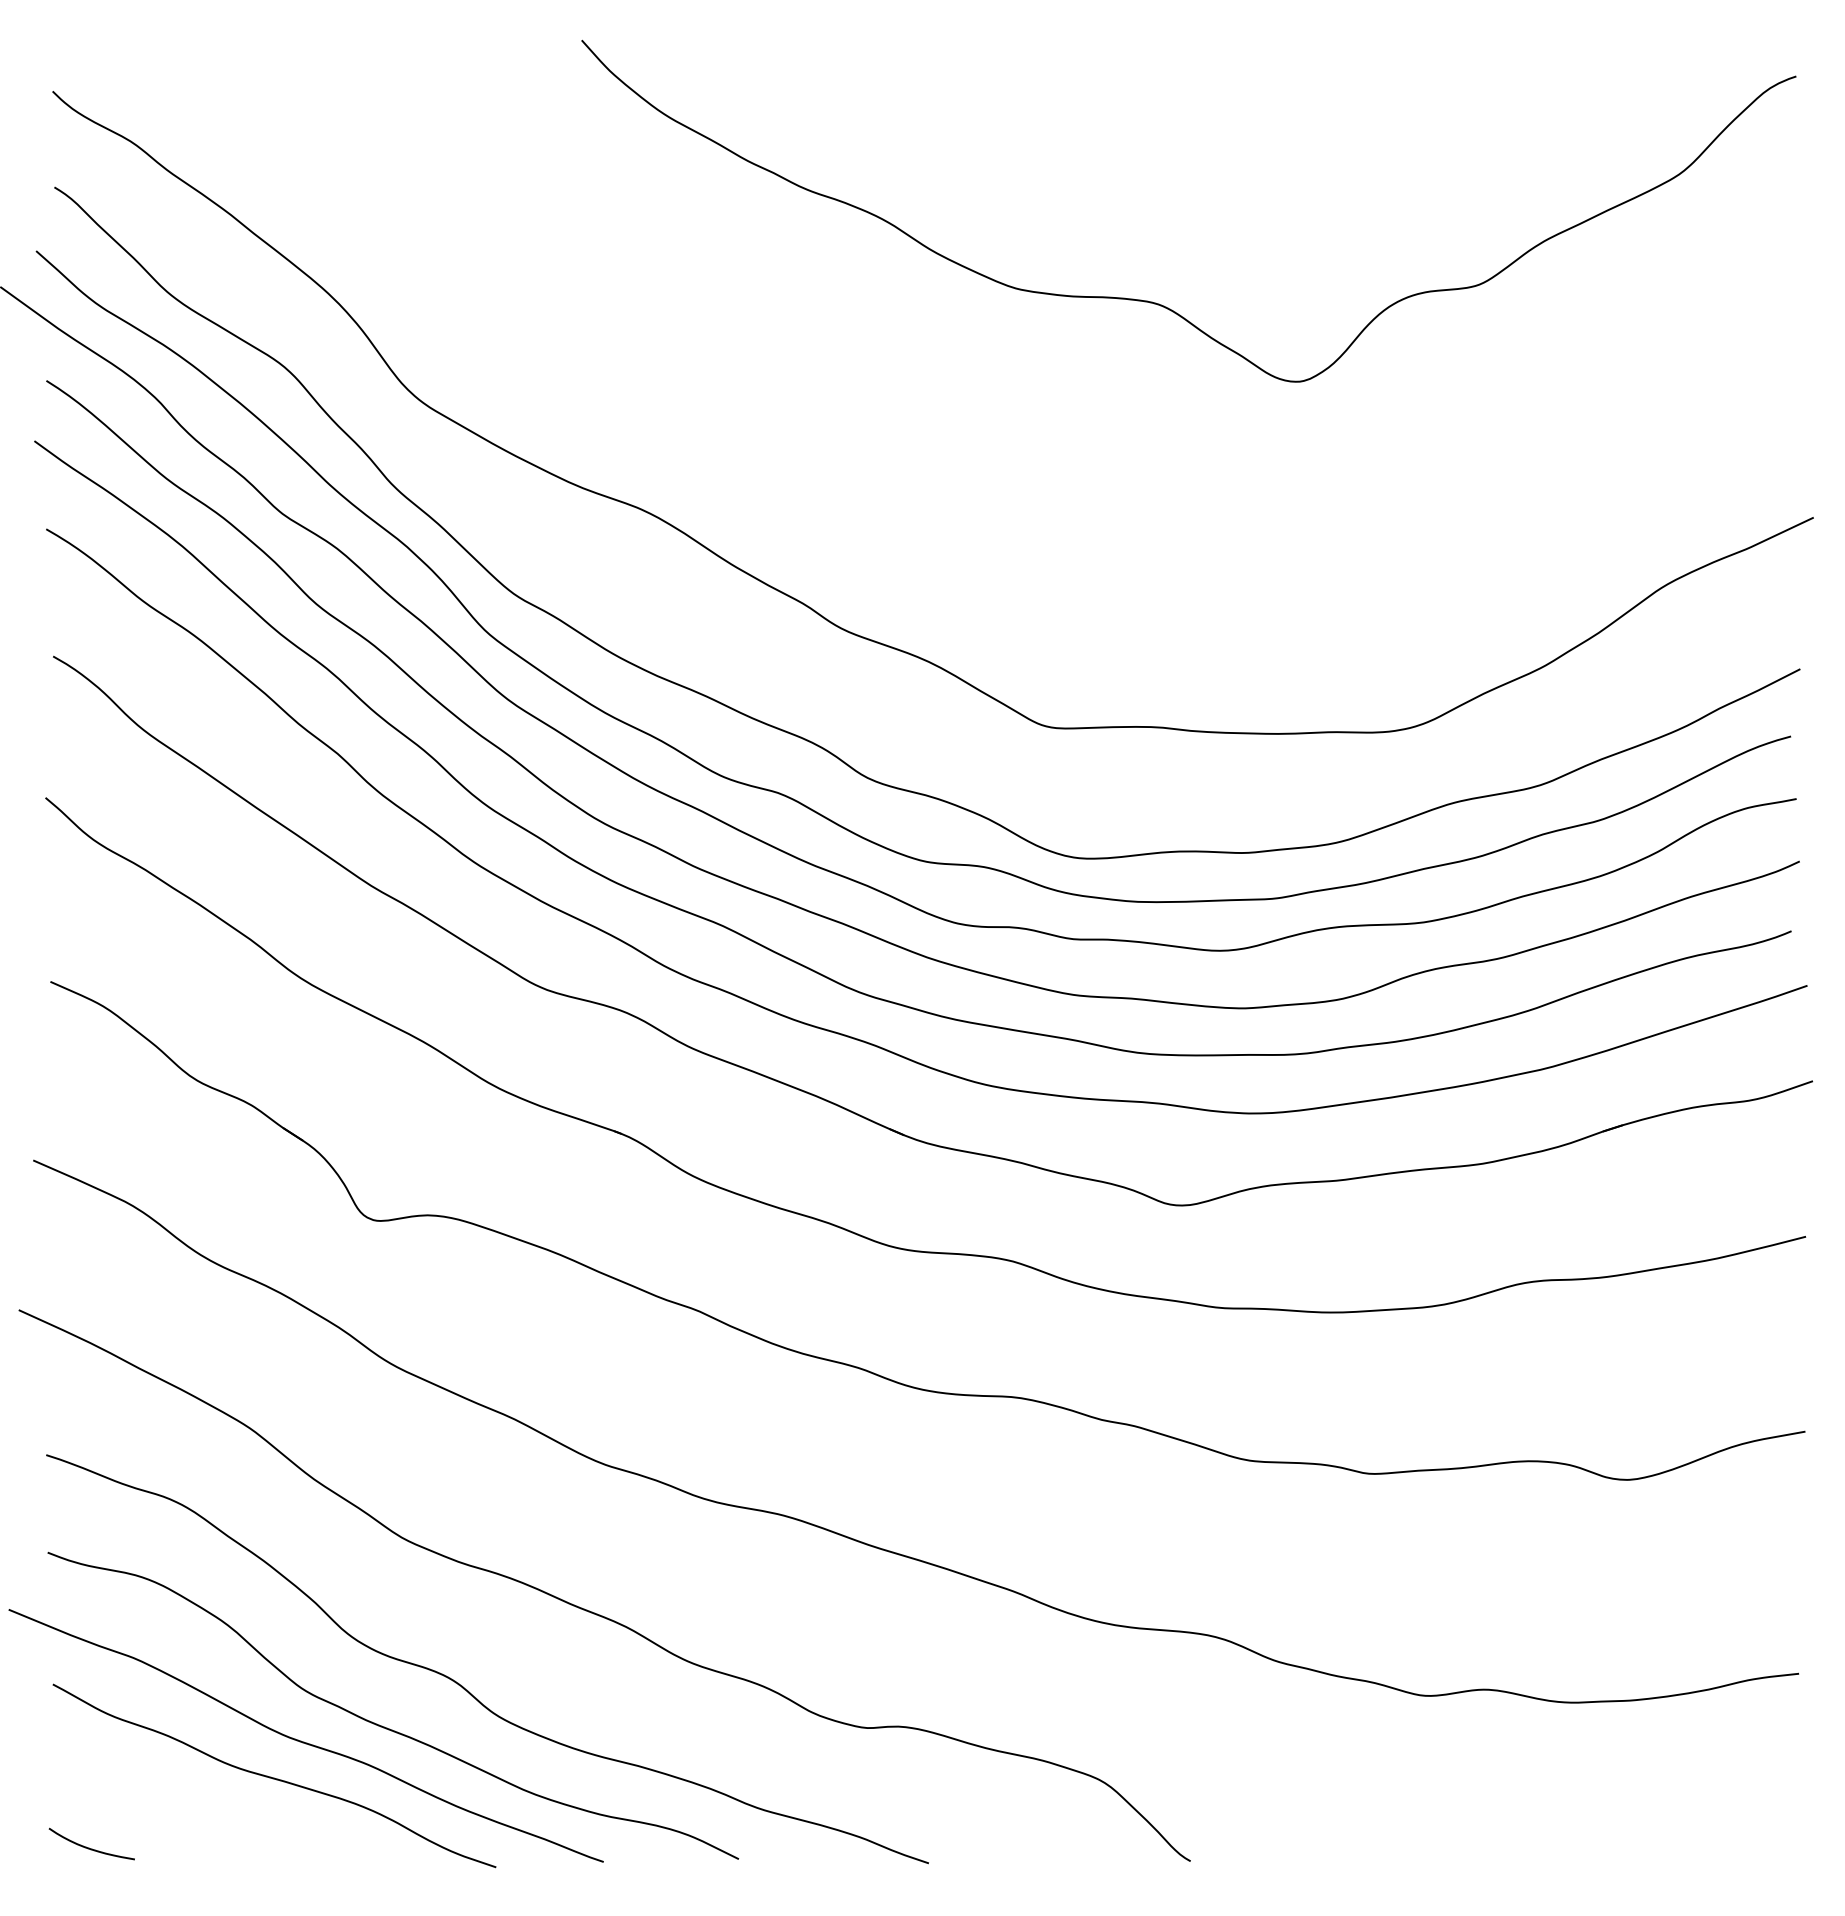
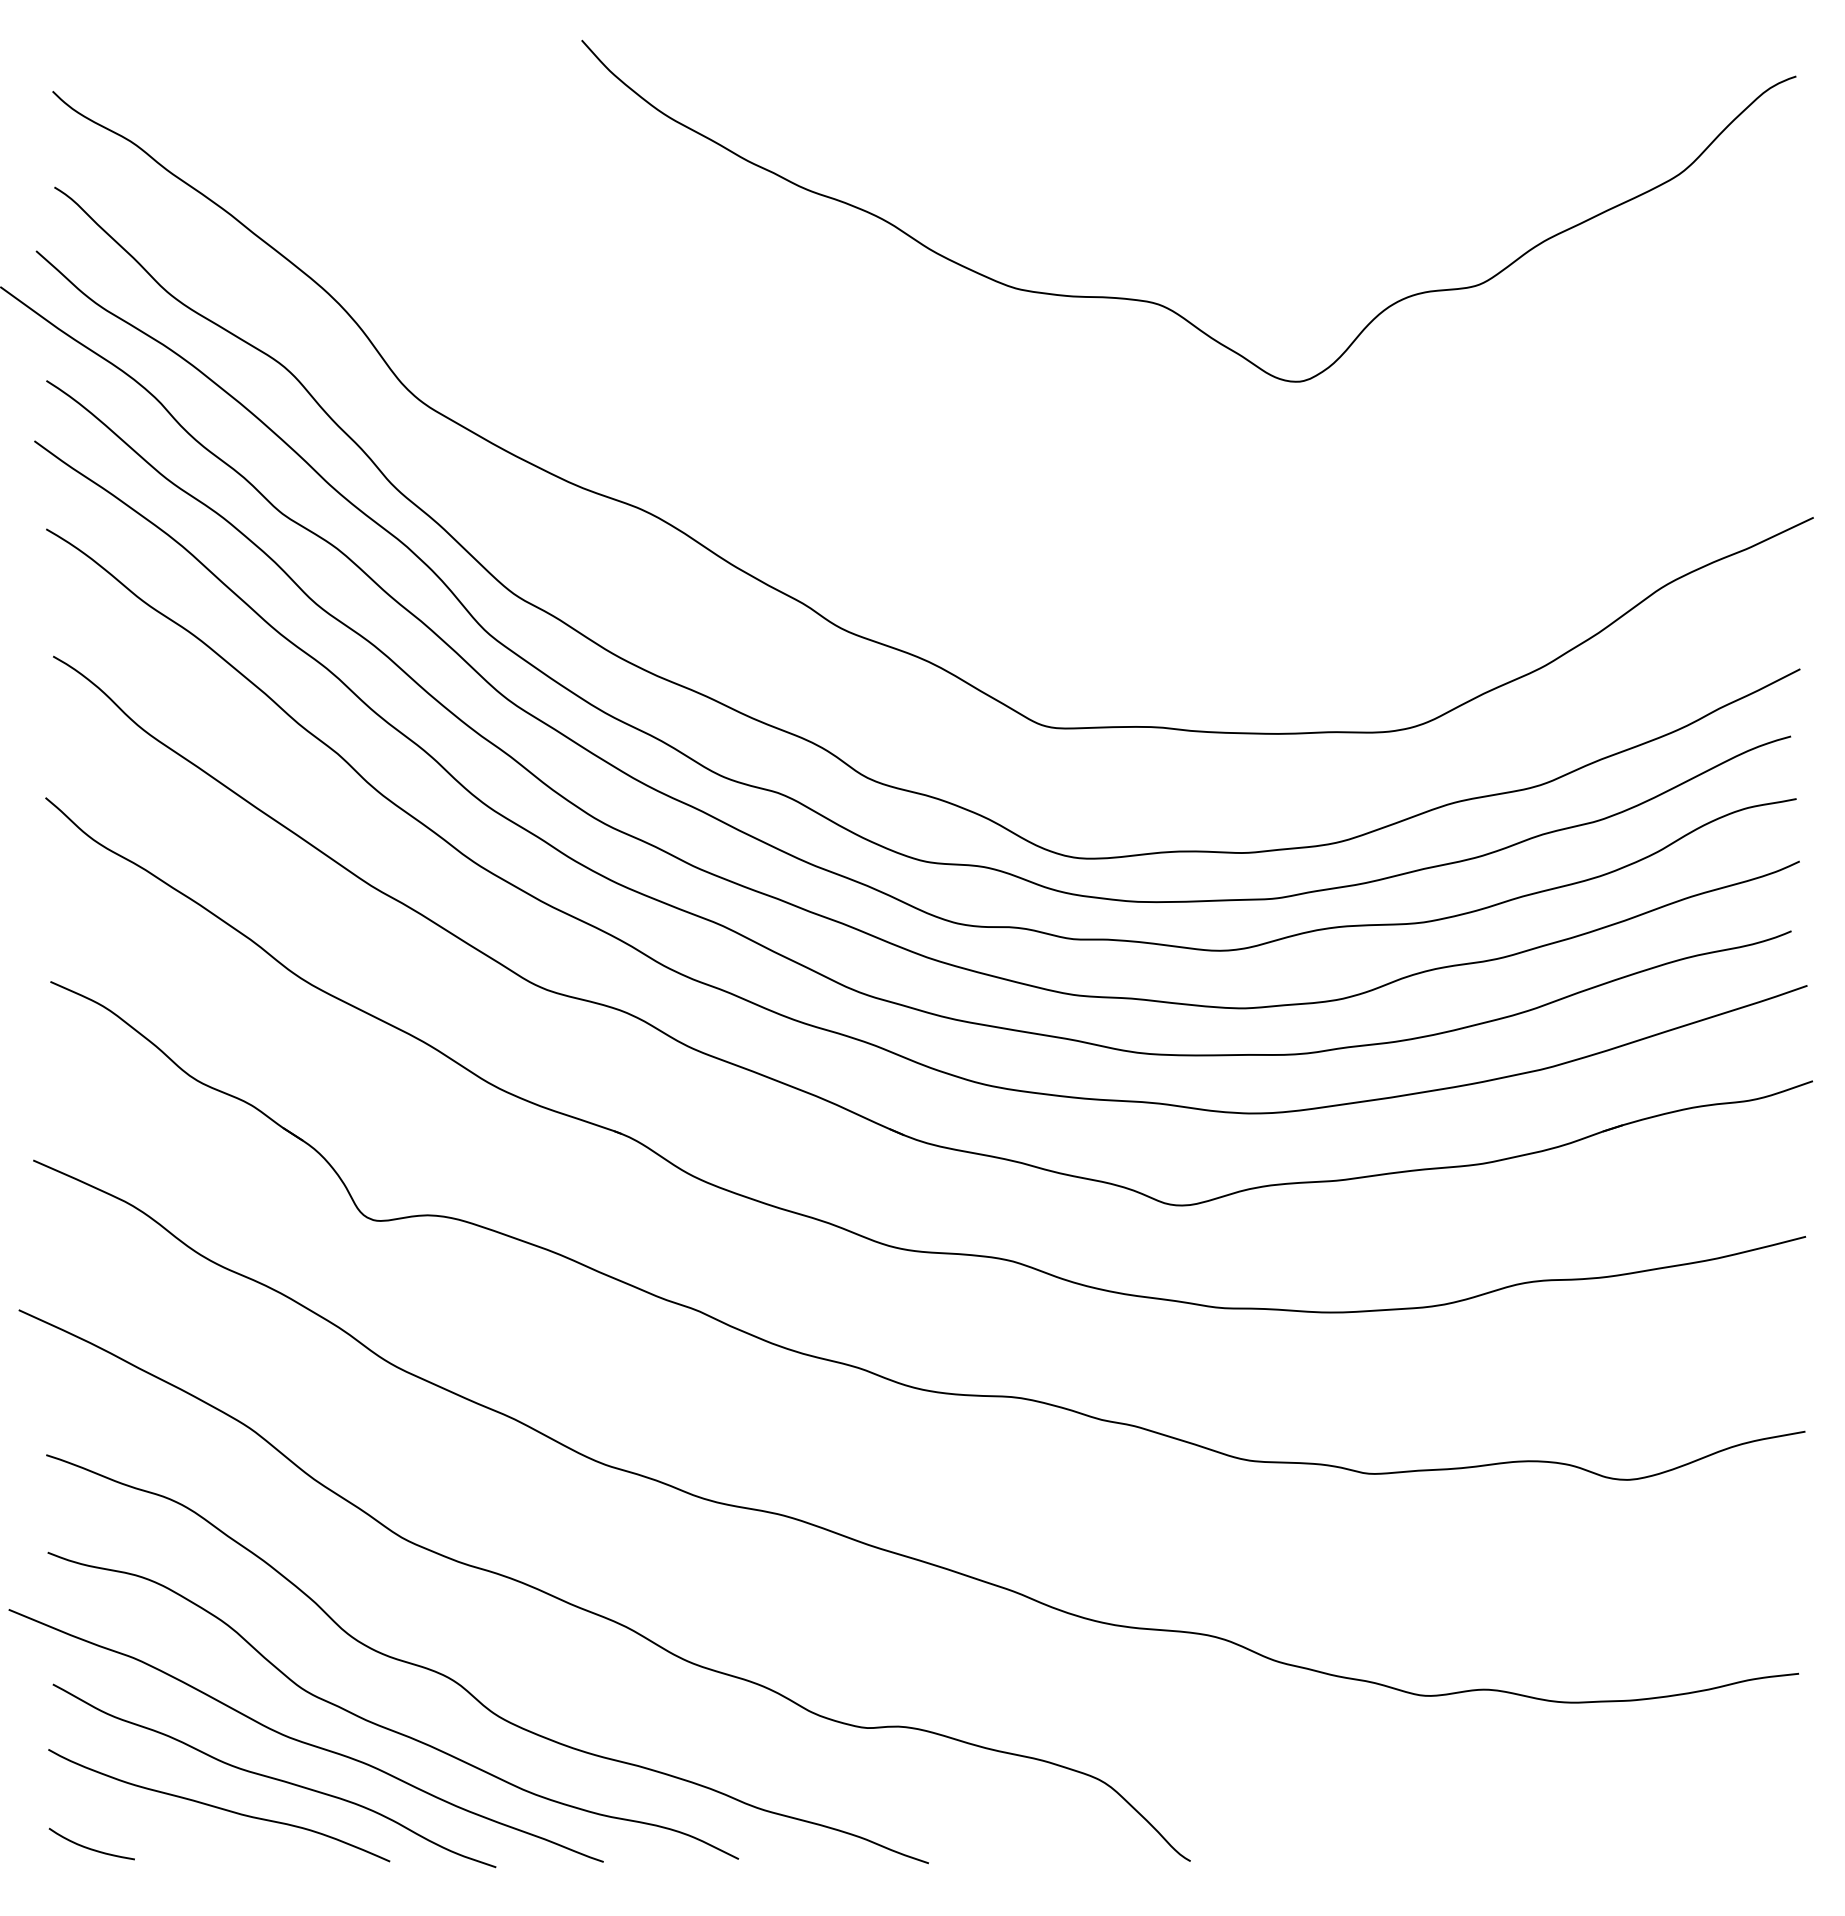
curve at (218, 1806): none -> present
